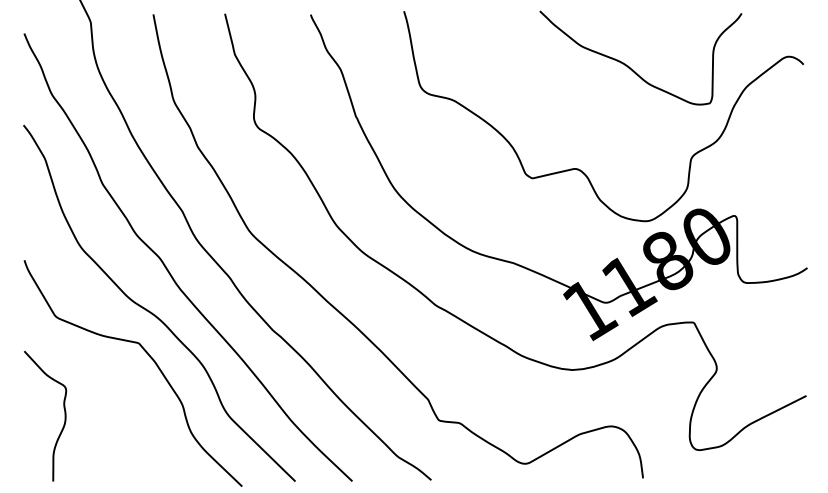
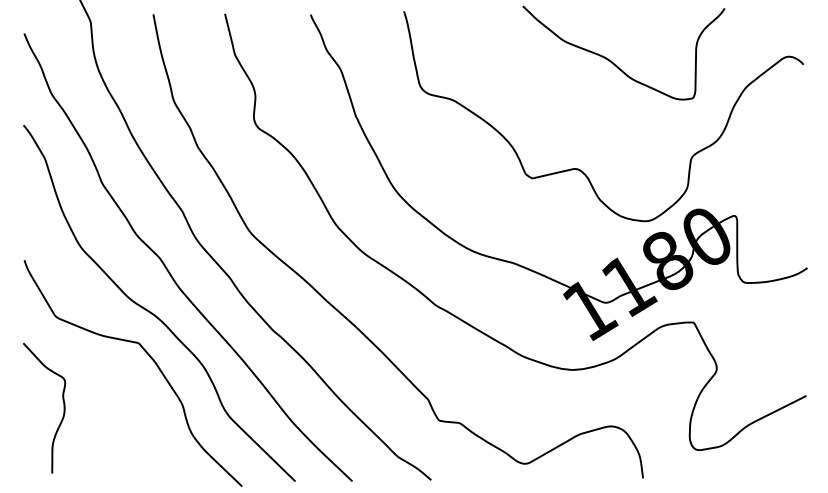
curve at (633, 69) position: (633, 69) -> (616, 64)
curve at (64, 416) position: (64, 416) -> (63, 408)
